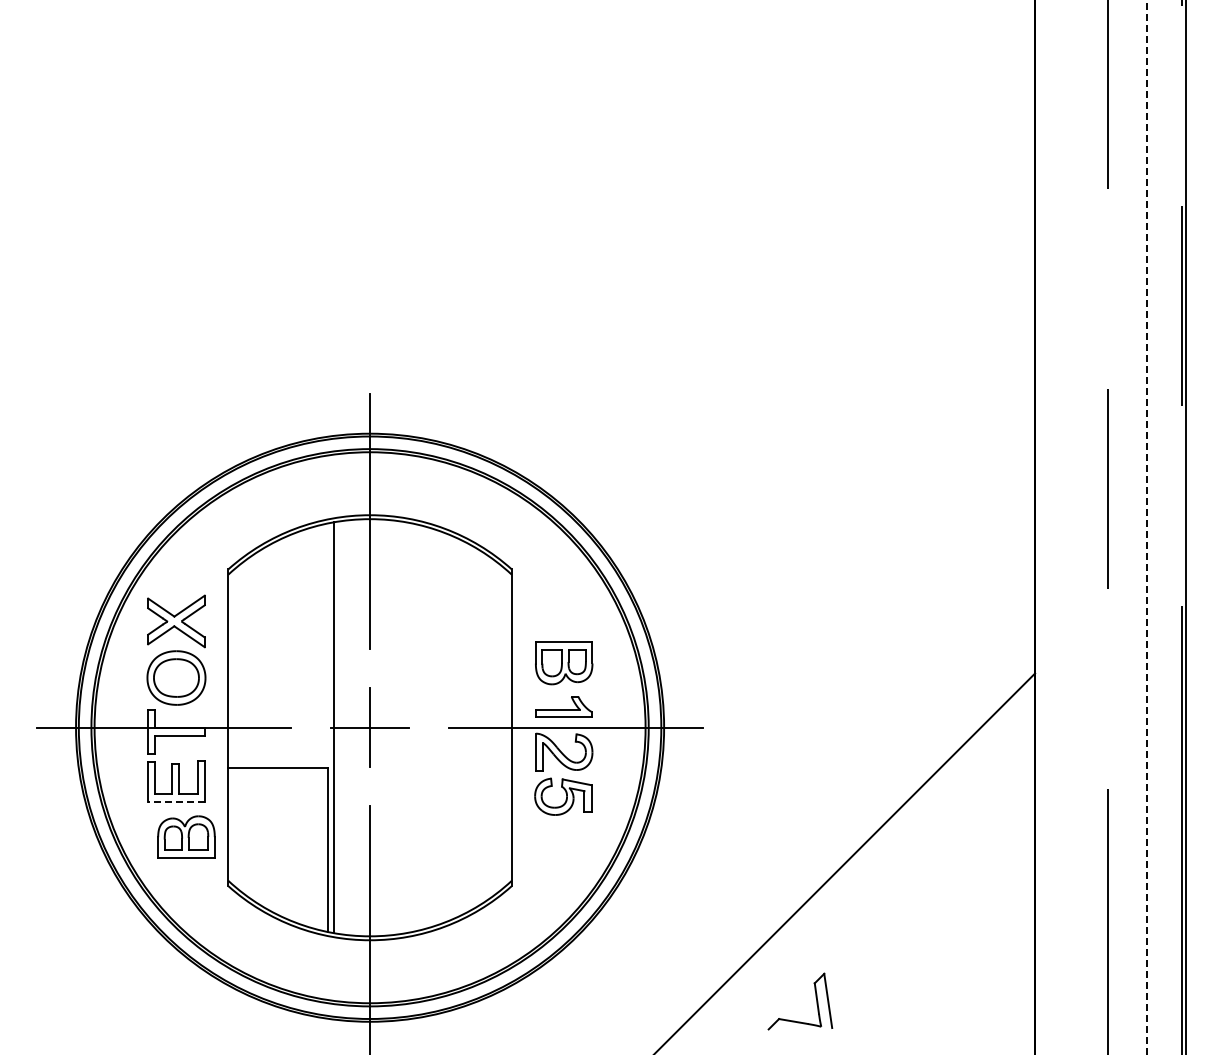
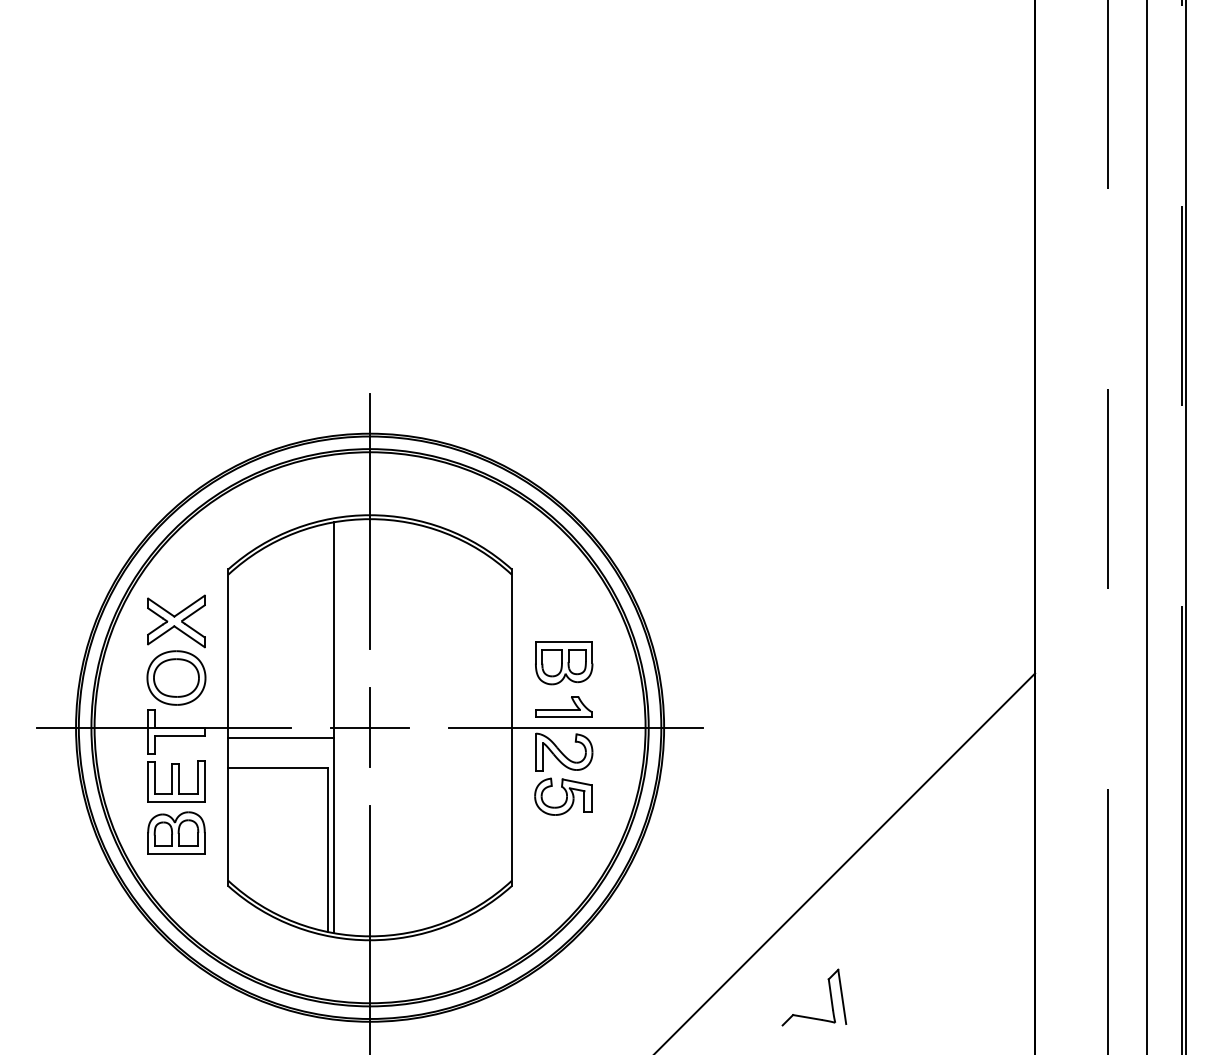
line at (1146, 526): dashed -> solid
line at (281, 738): none -> present
line at (175, 802): dashed -> solid
part at (186, 836) position: (186, 836) -> (176, 832)
part at (815, 997) position: (815, 997) -> (829, 993)
